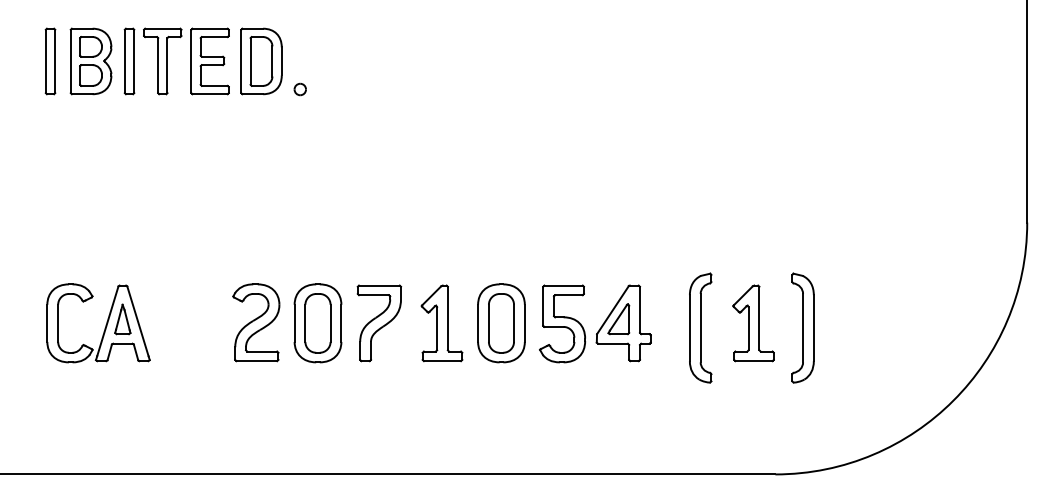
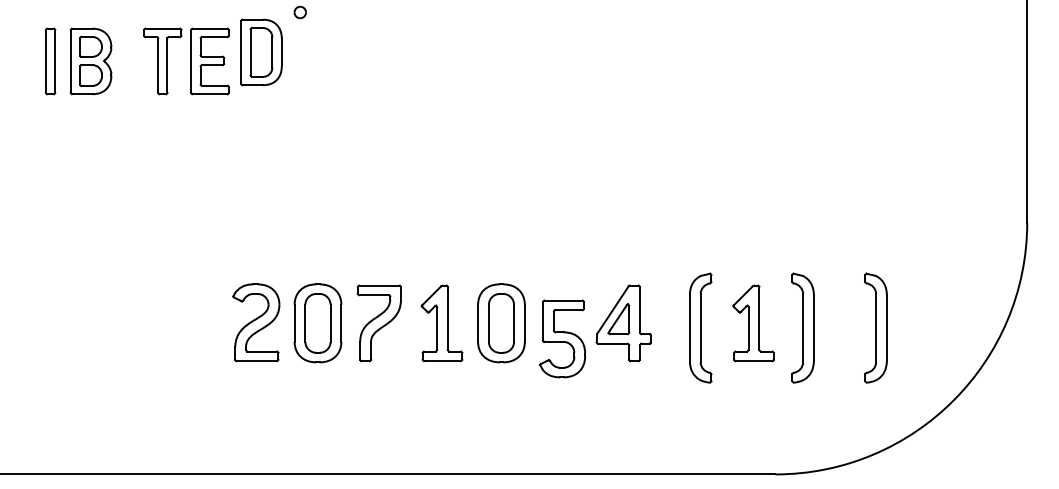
part at (129, 61): present -> none
part at (261, 61) position: (261, 61) -> (261, 52)
part at (299, 89) position: (299, 89) -> (299, 12)
part at (562, 323) position: (562, 323) -> (562, 338)
part at (105, 324): present -> none
part at (875, 327): none -> present
